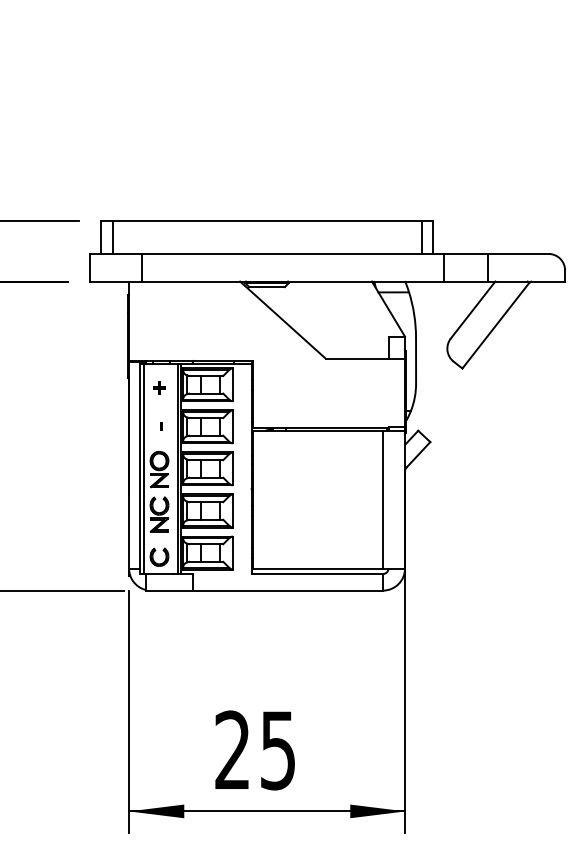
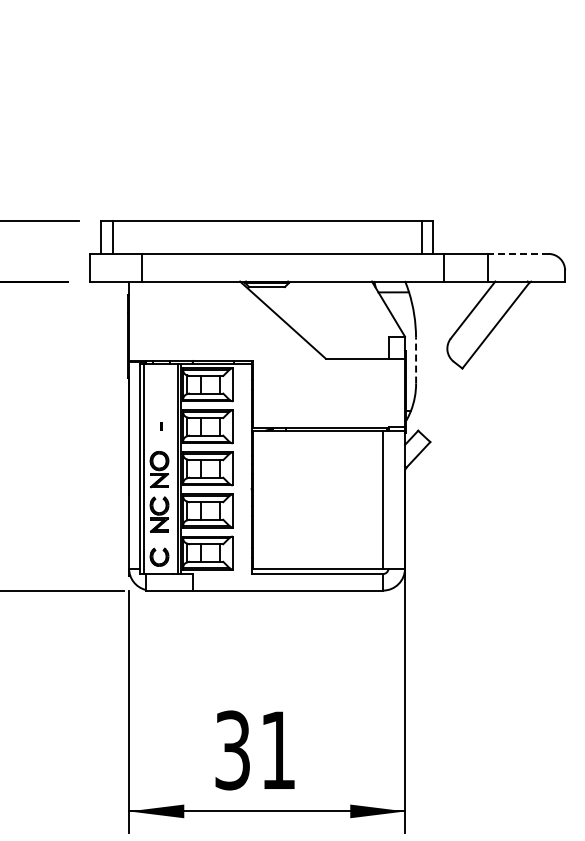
line at (517, 253): solid -> dashed
line at (416, 360): solid -> dashed
part at (159, 387): present -> none
text at (254, 750): 25 -> 31
